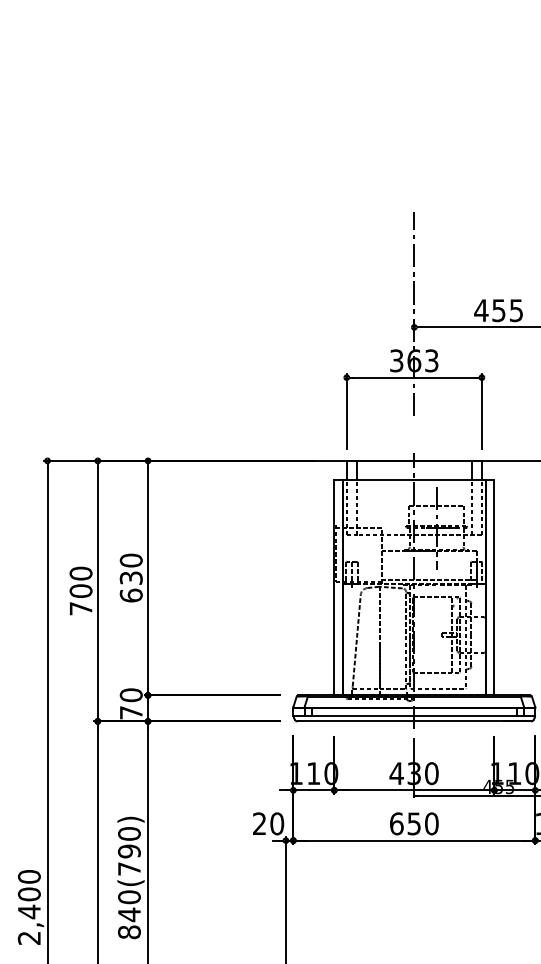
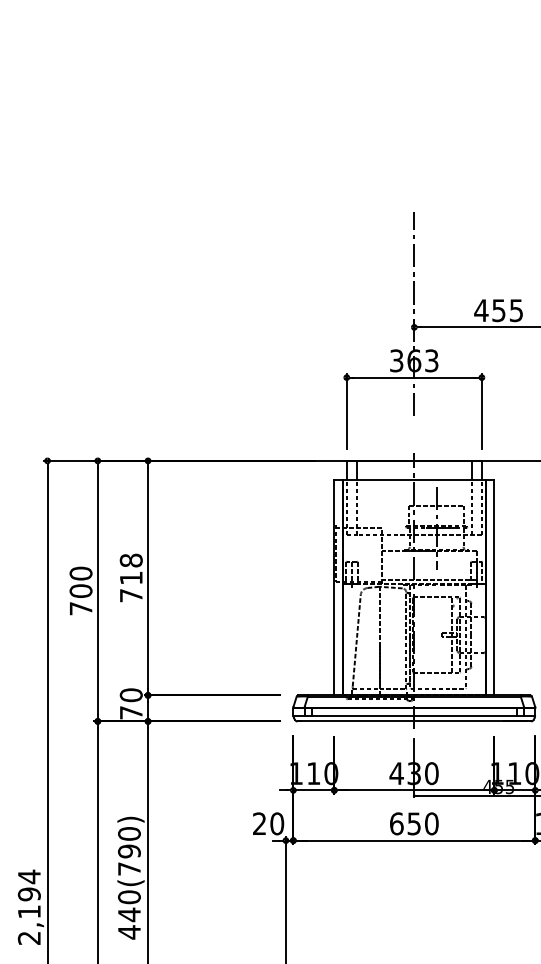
text at (130, 577): 630 -> 718
text at (28, 894): 2,400 -> 2,194
text at (129, 932): 840(790) -> 440(790)
